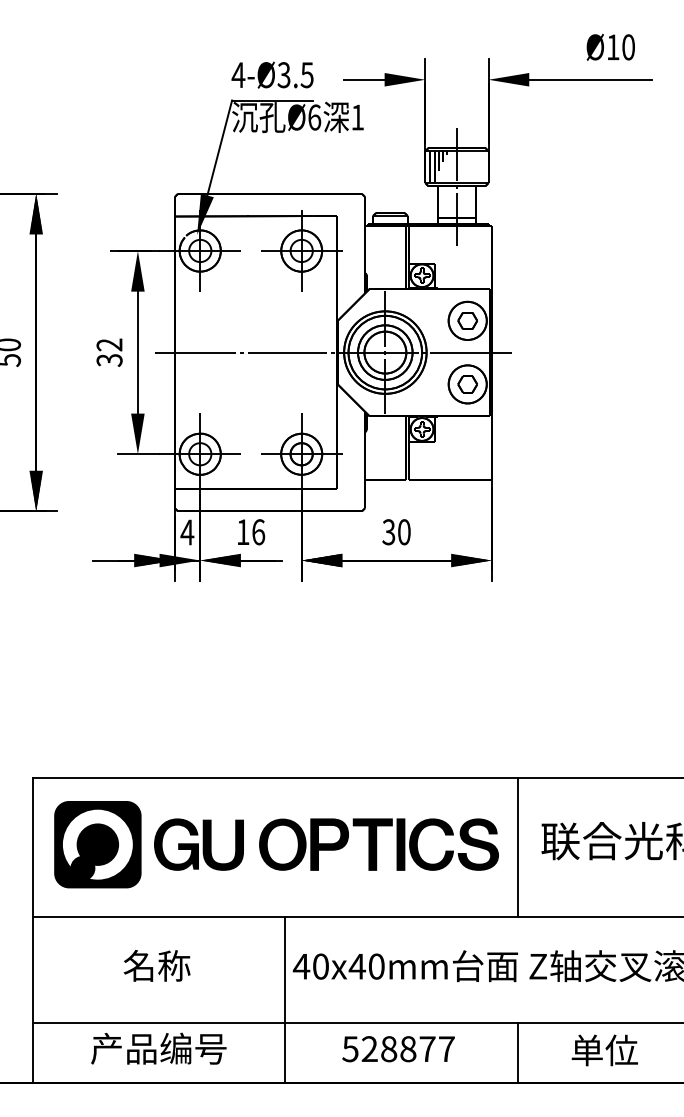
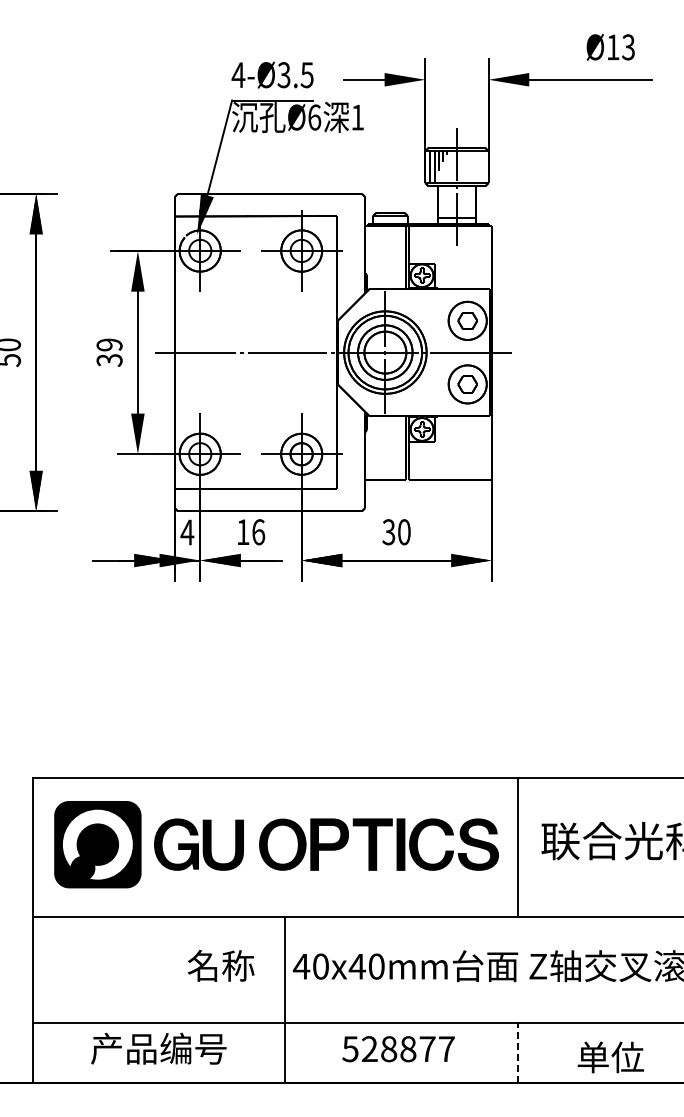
text at (628, 47): Ø10 -> Ø13
text at (109, 344): 32 -> 39
text at (156, 965) position: (156, 965) -> (220, 965)
text at (604, 1050) position: (604, 1050) -> (610, 1057)
line at (517, 1053): solid -> dashed
